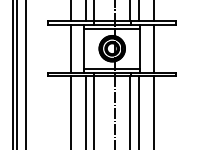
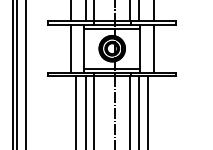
line at (70, 110) position: (70, 110) -> (75, 110)
line at (153, 110) position: (153, 110) -> (147, 110)
